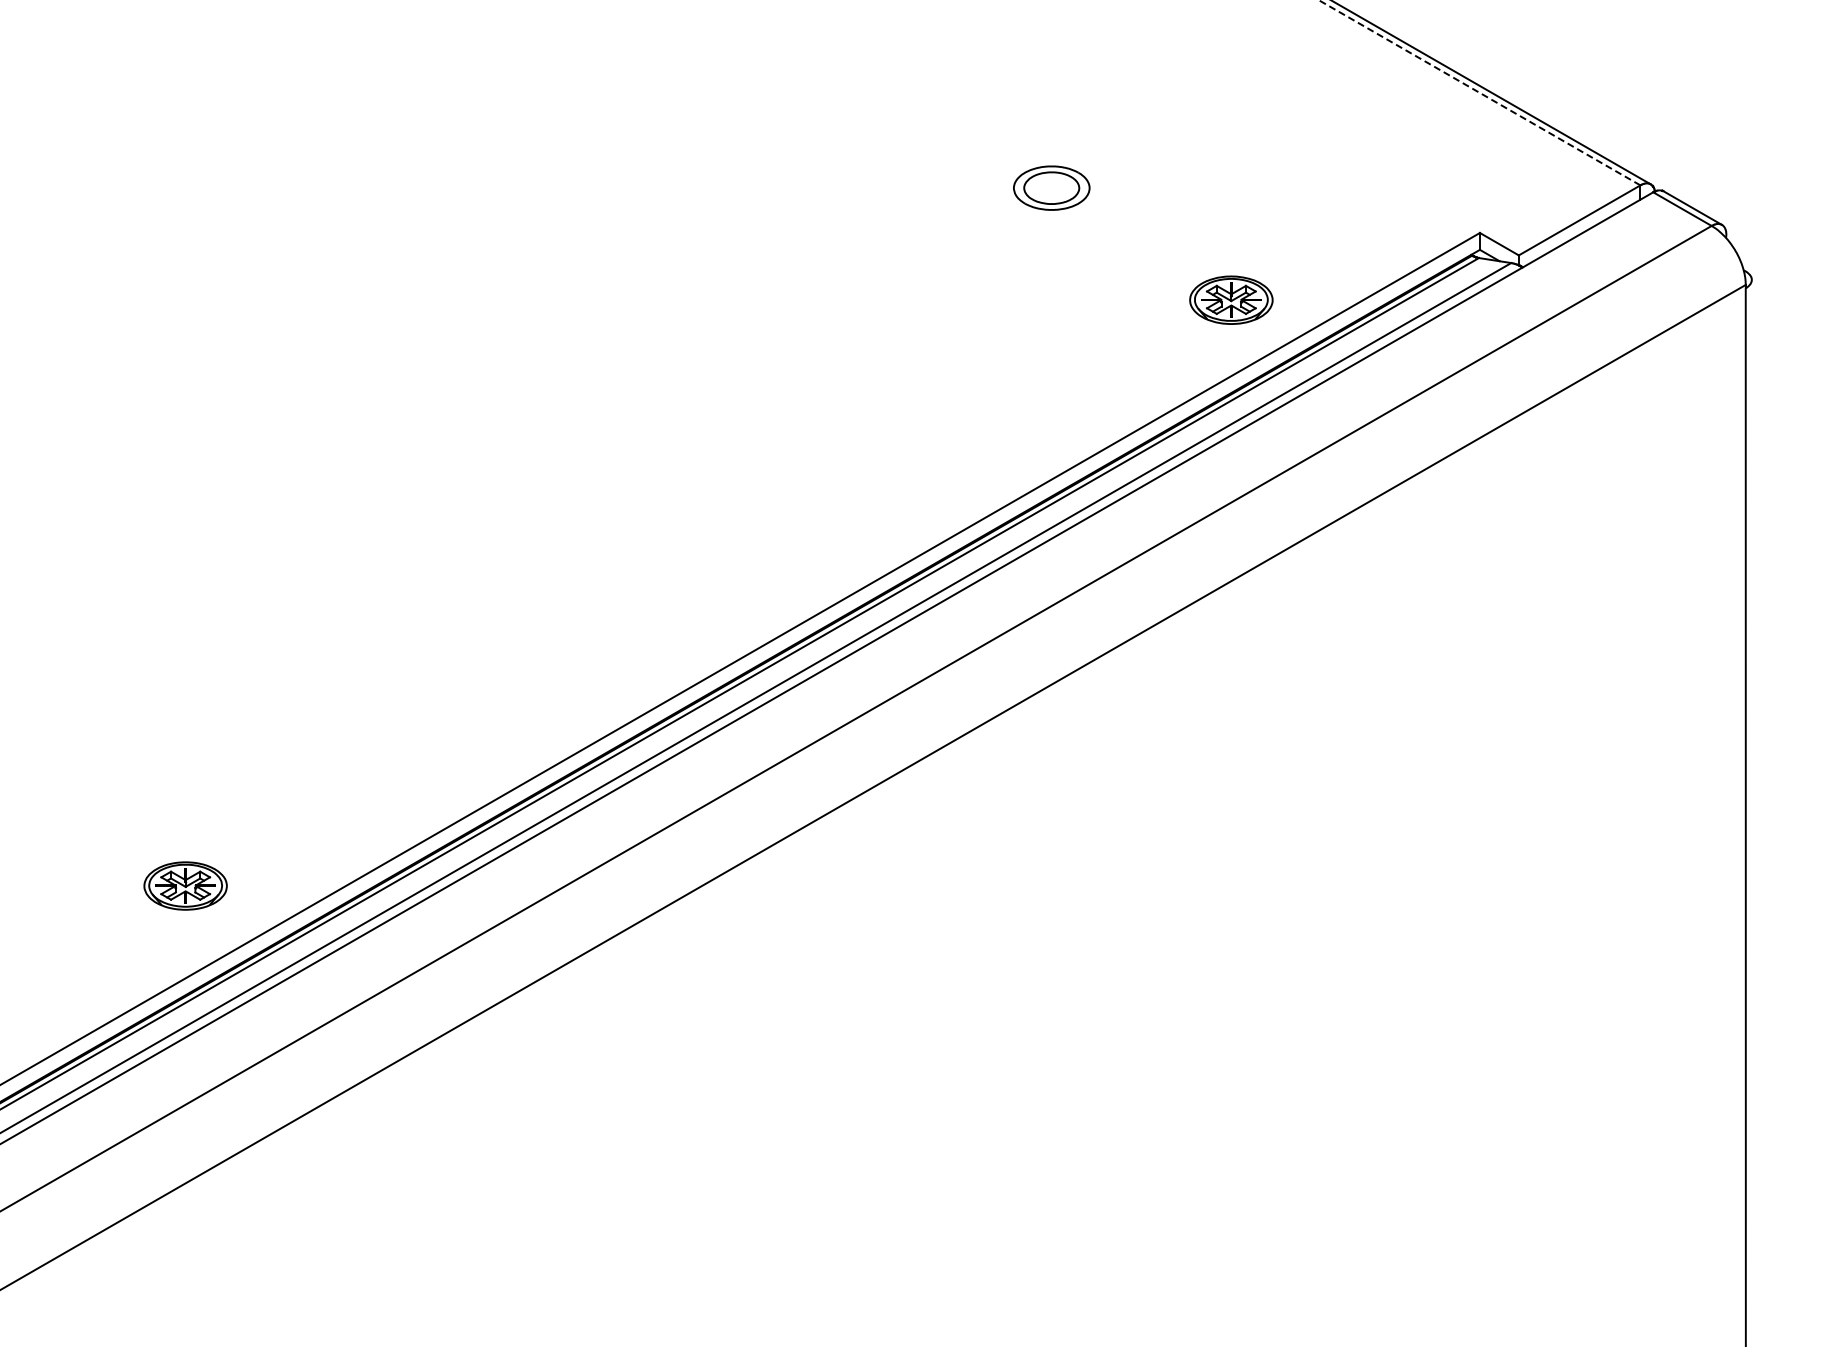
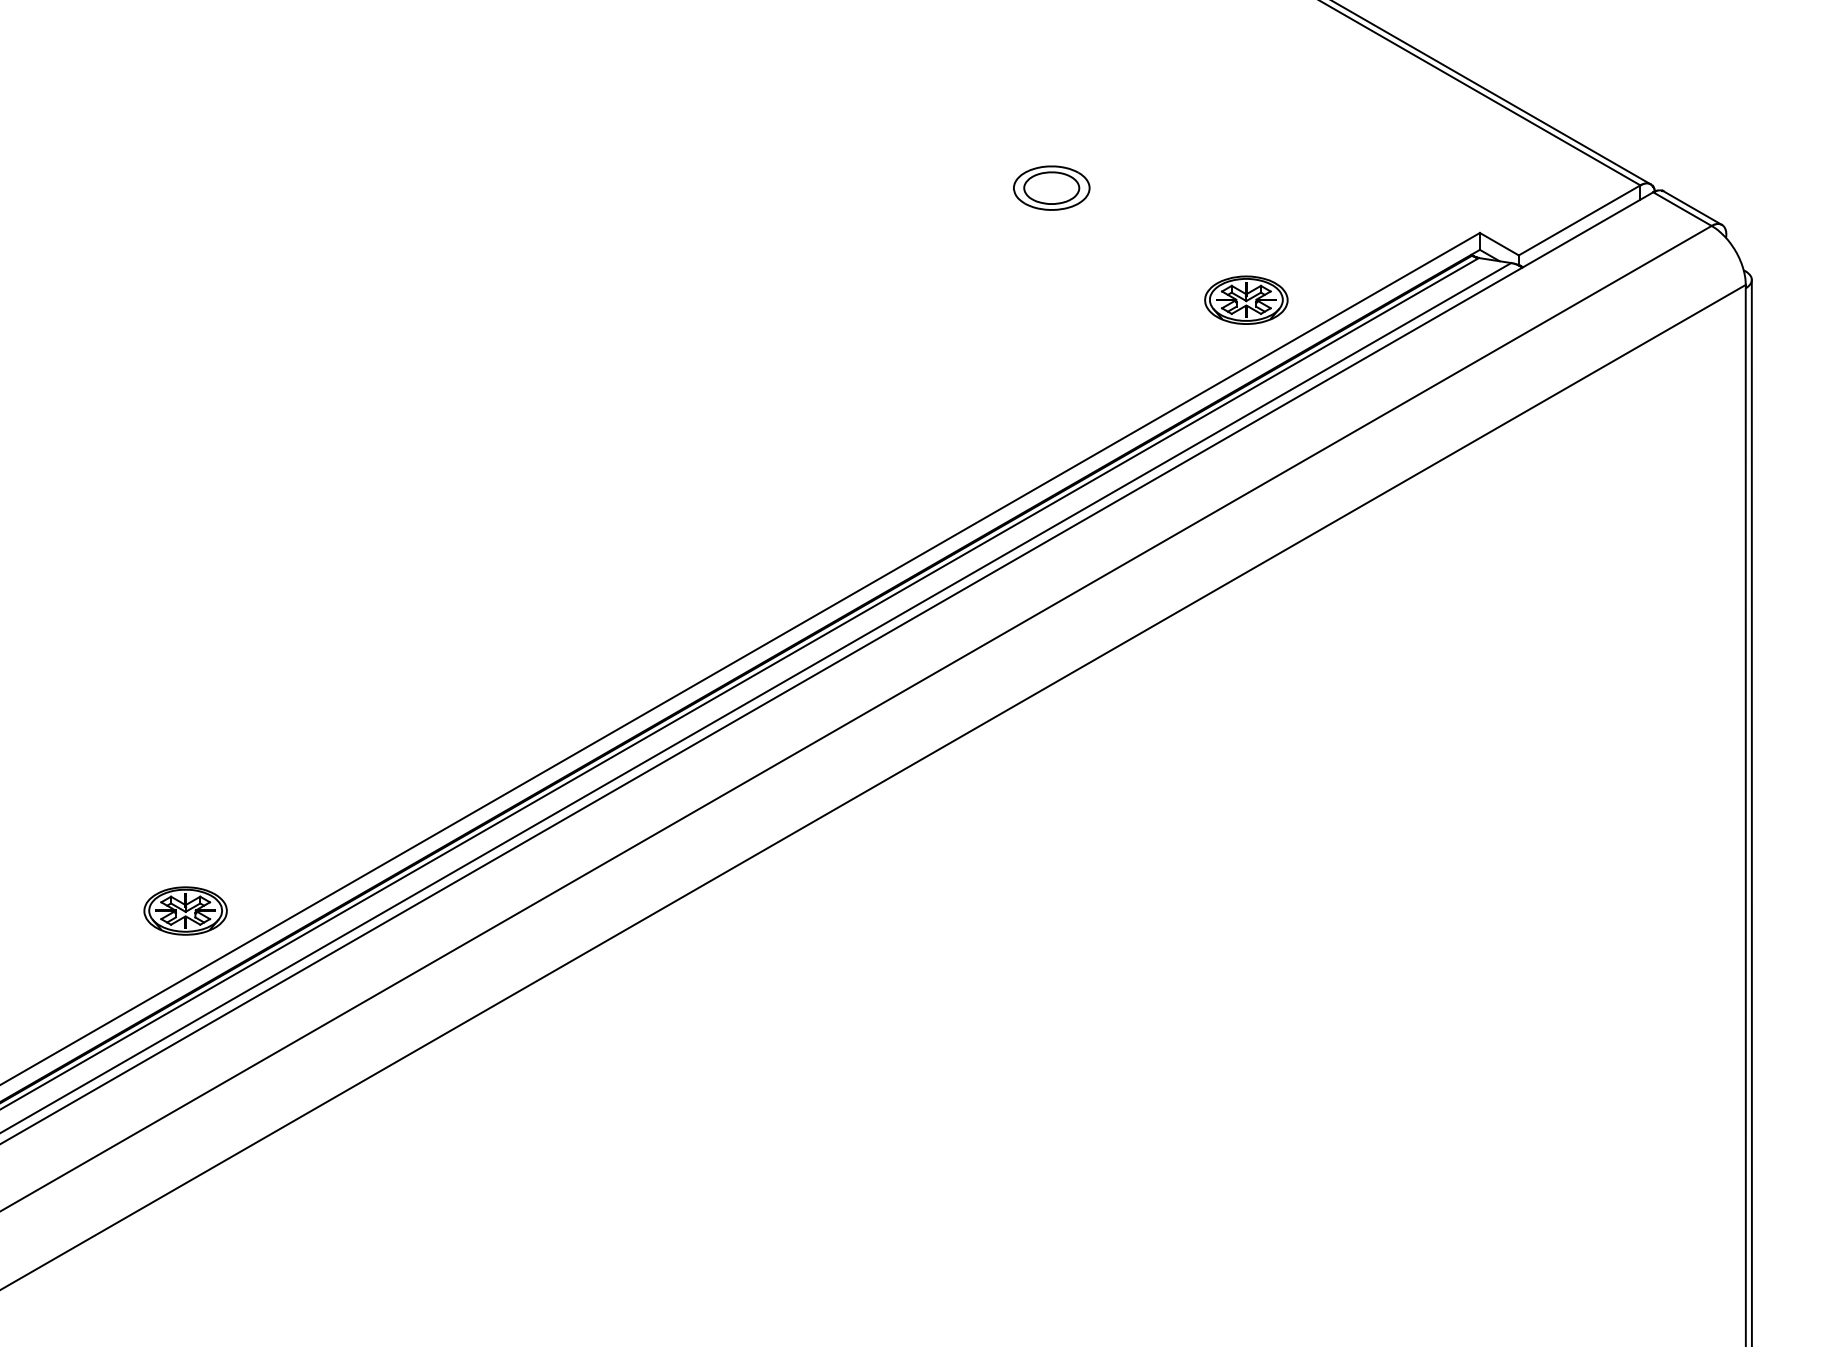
line at (1479, 92): dashed -> solid
part at (1231, 299) position: (1231, 299) -> (1246, 299)
line at (1751, 811): none -> present
part at (185, 885) position: (185, 885) -> (185, 910)
